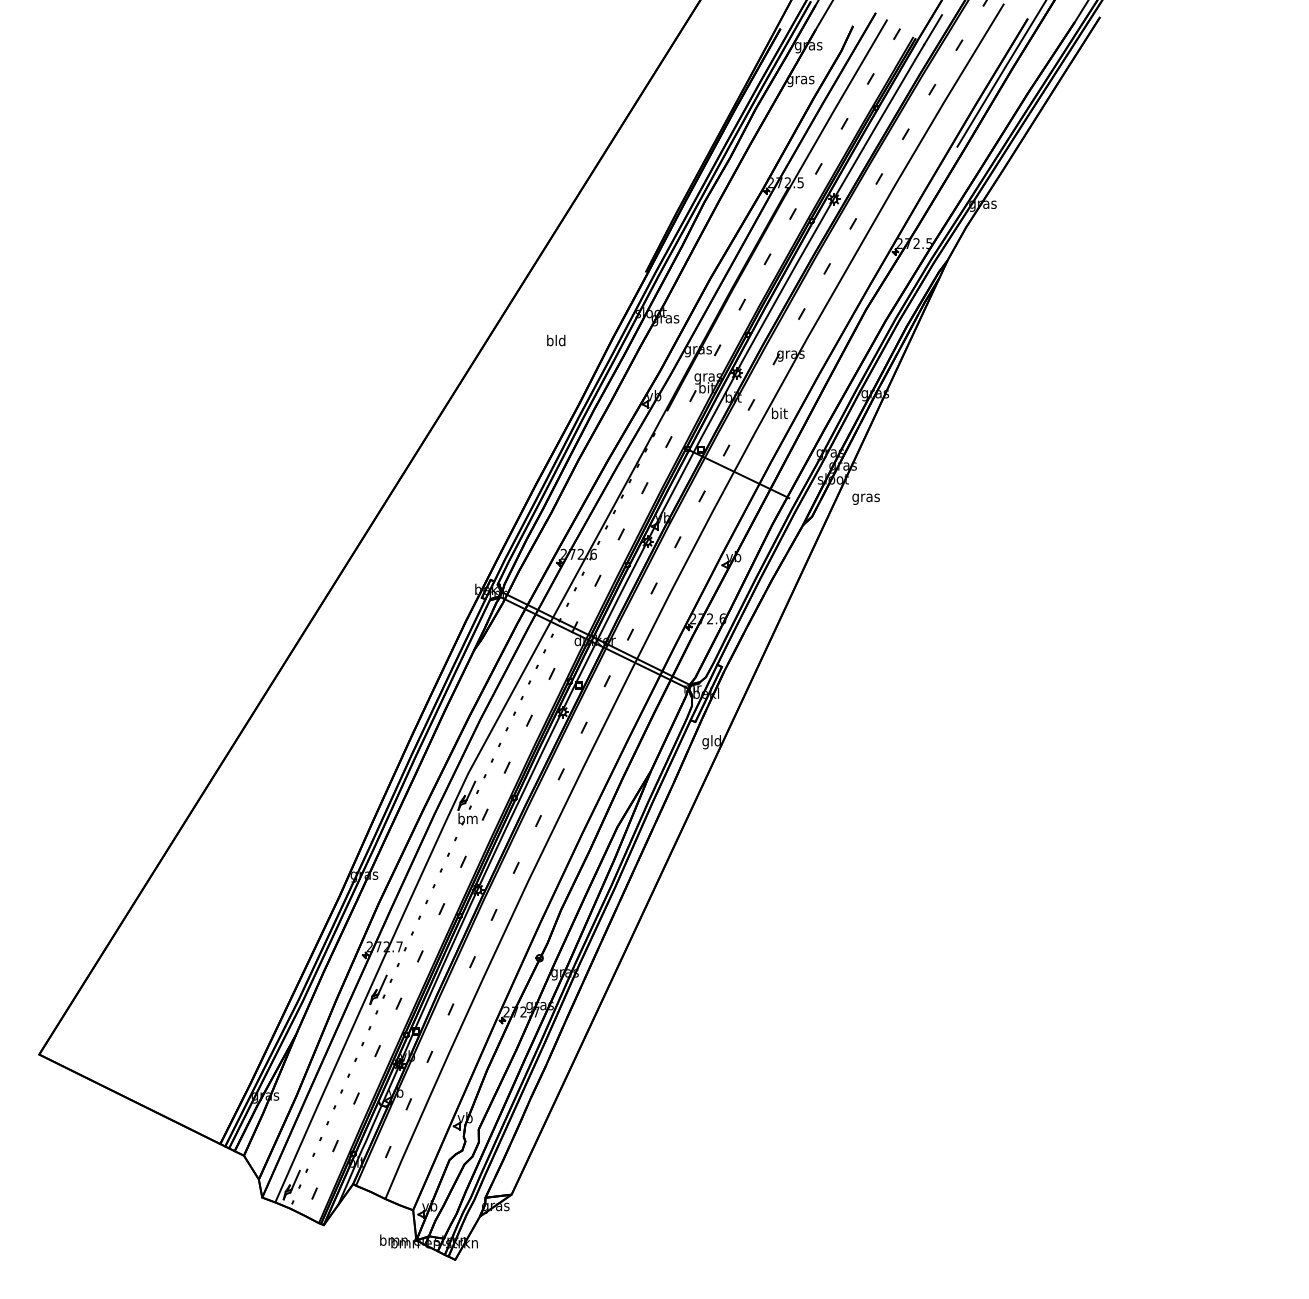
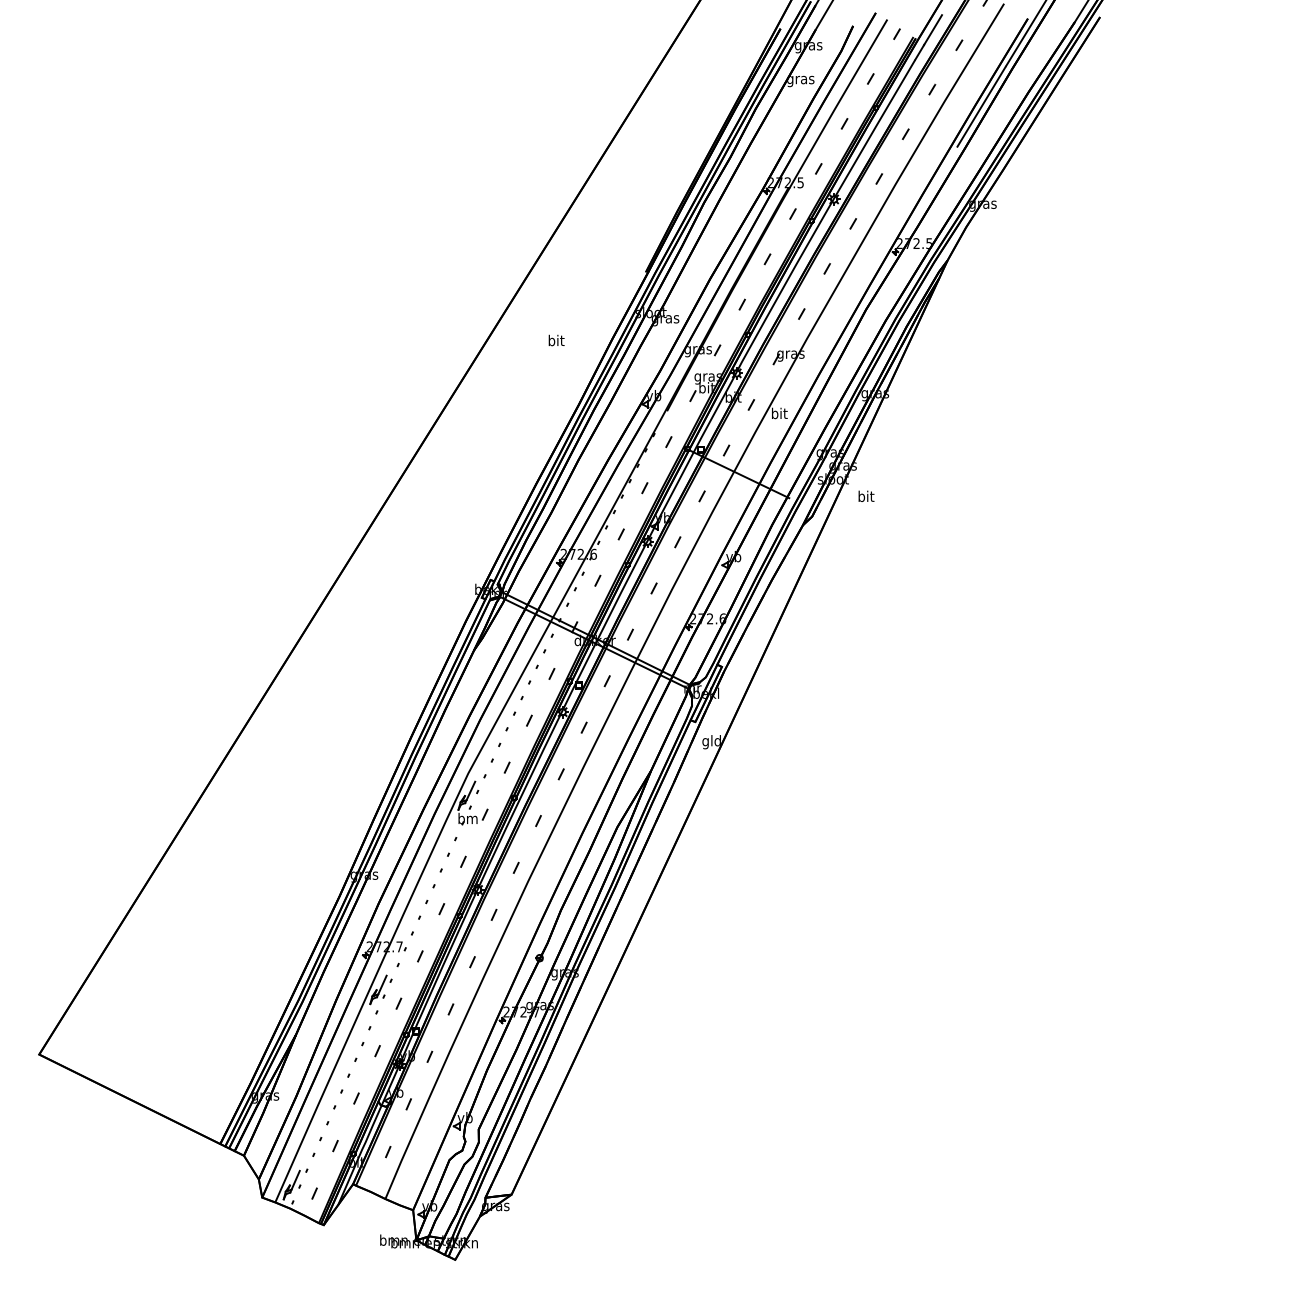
text at (556, 340): bld -> bit
text at (865, 497): gras -> bit
